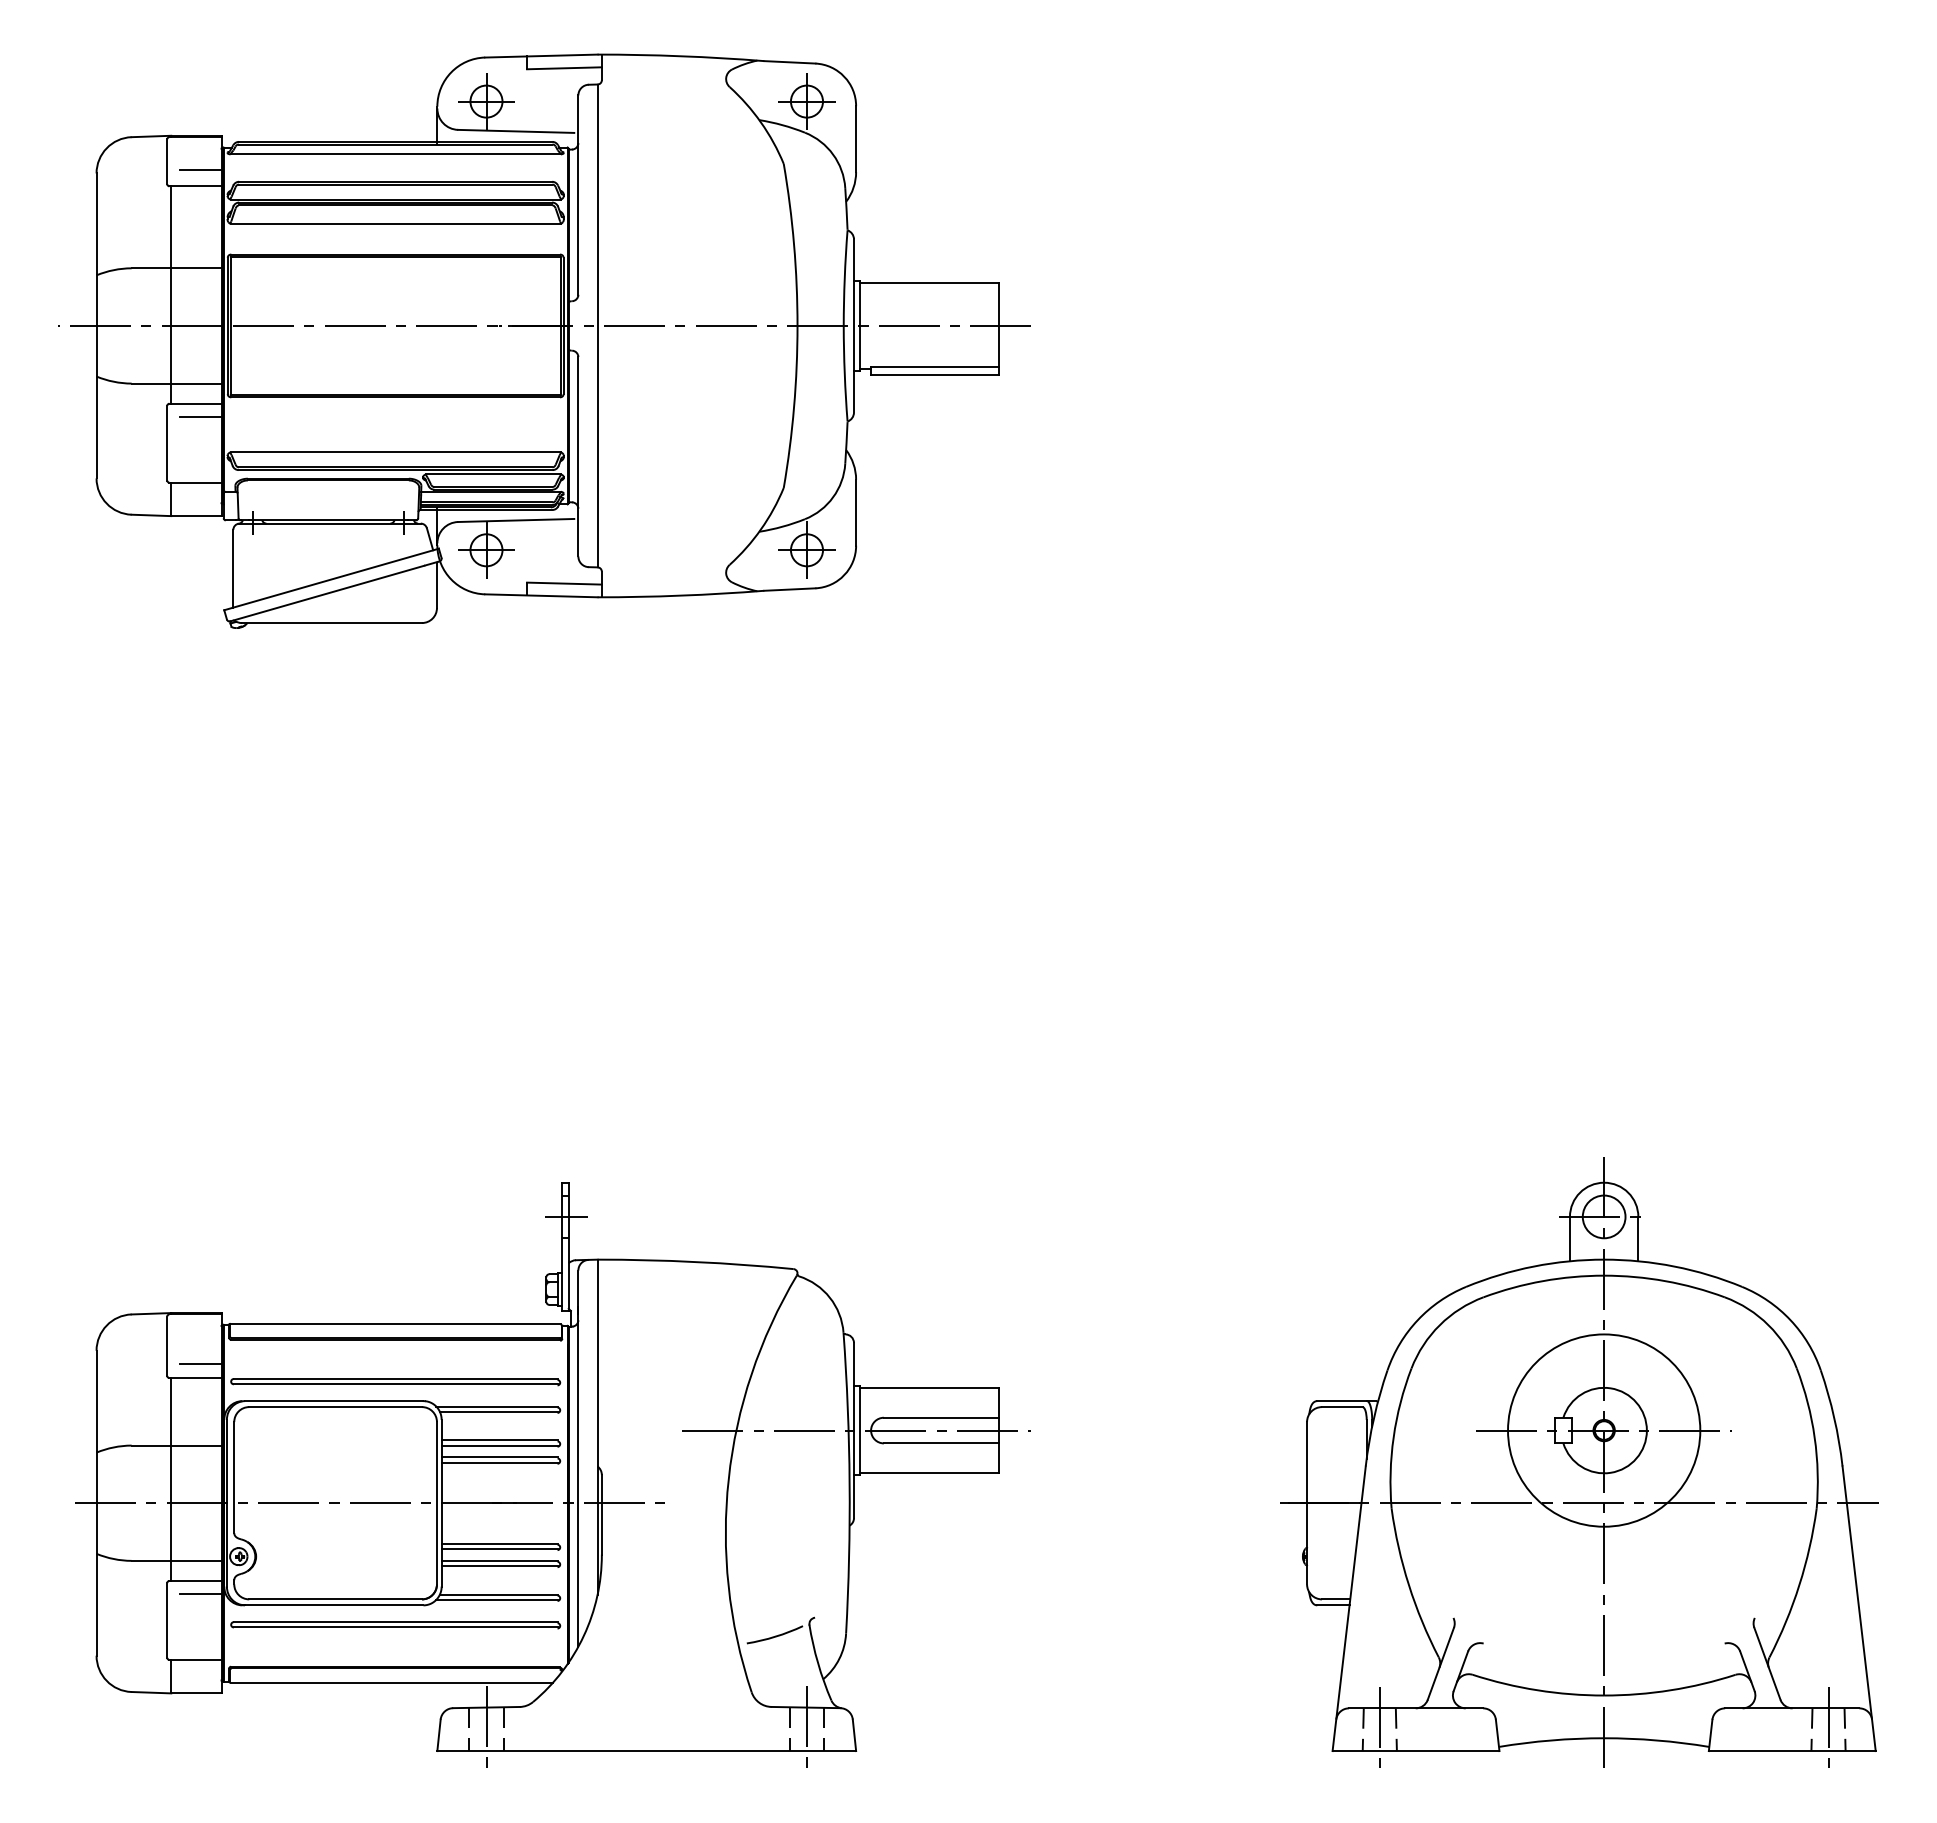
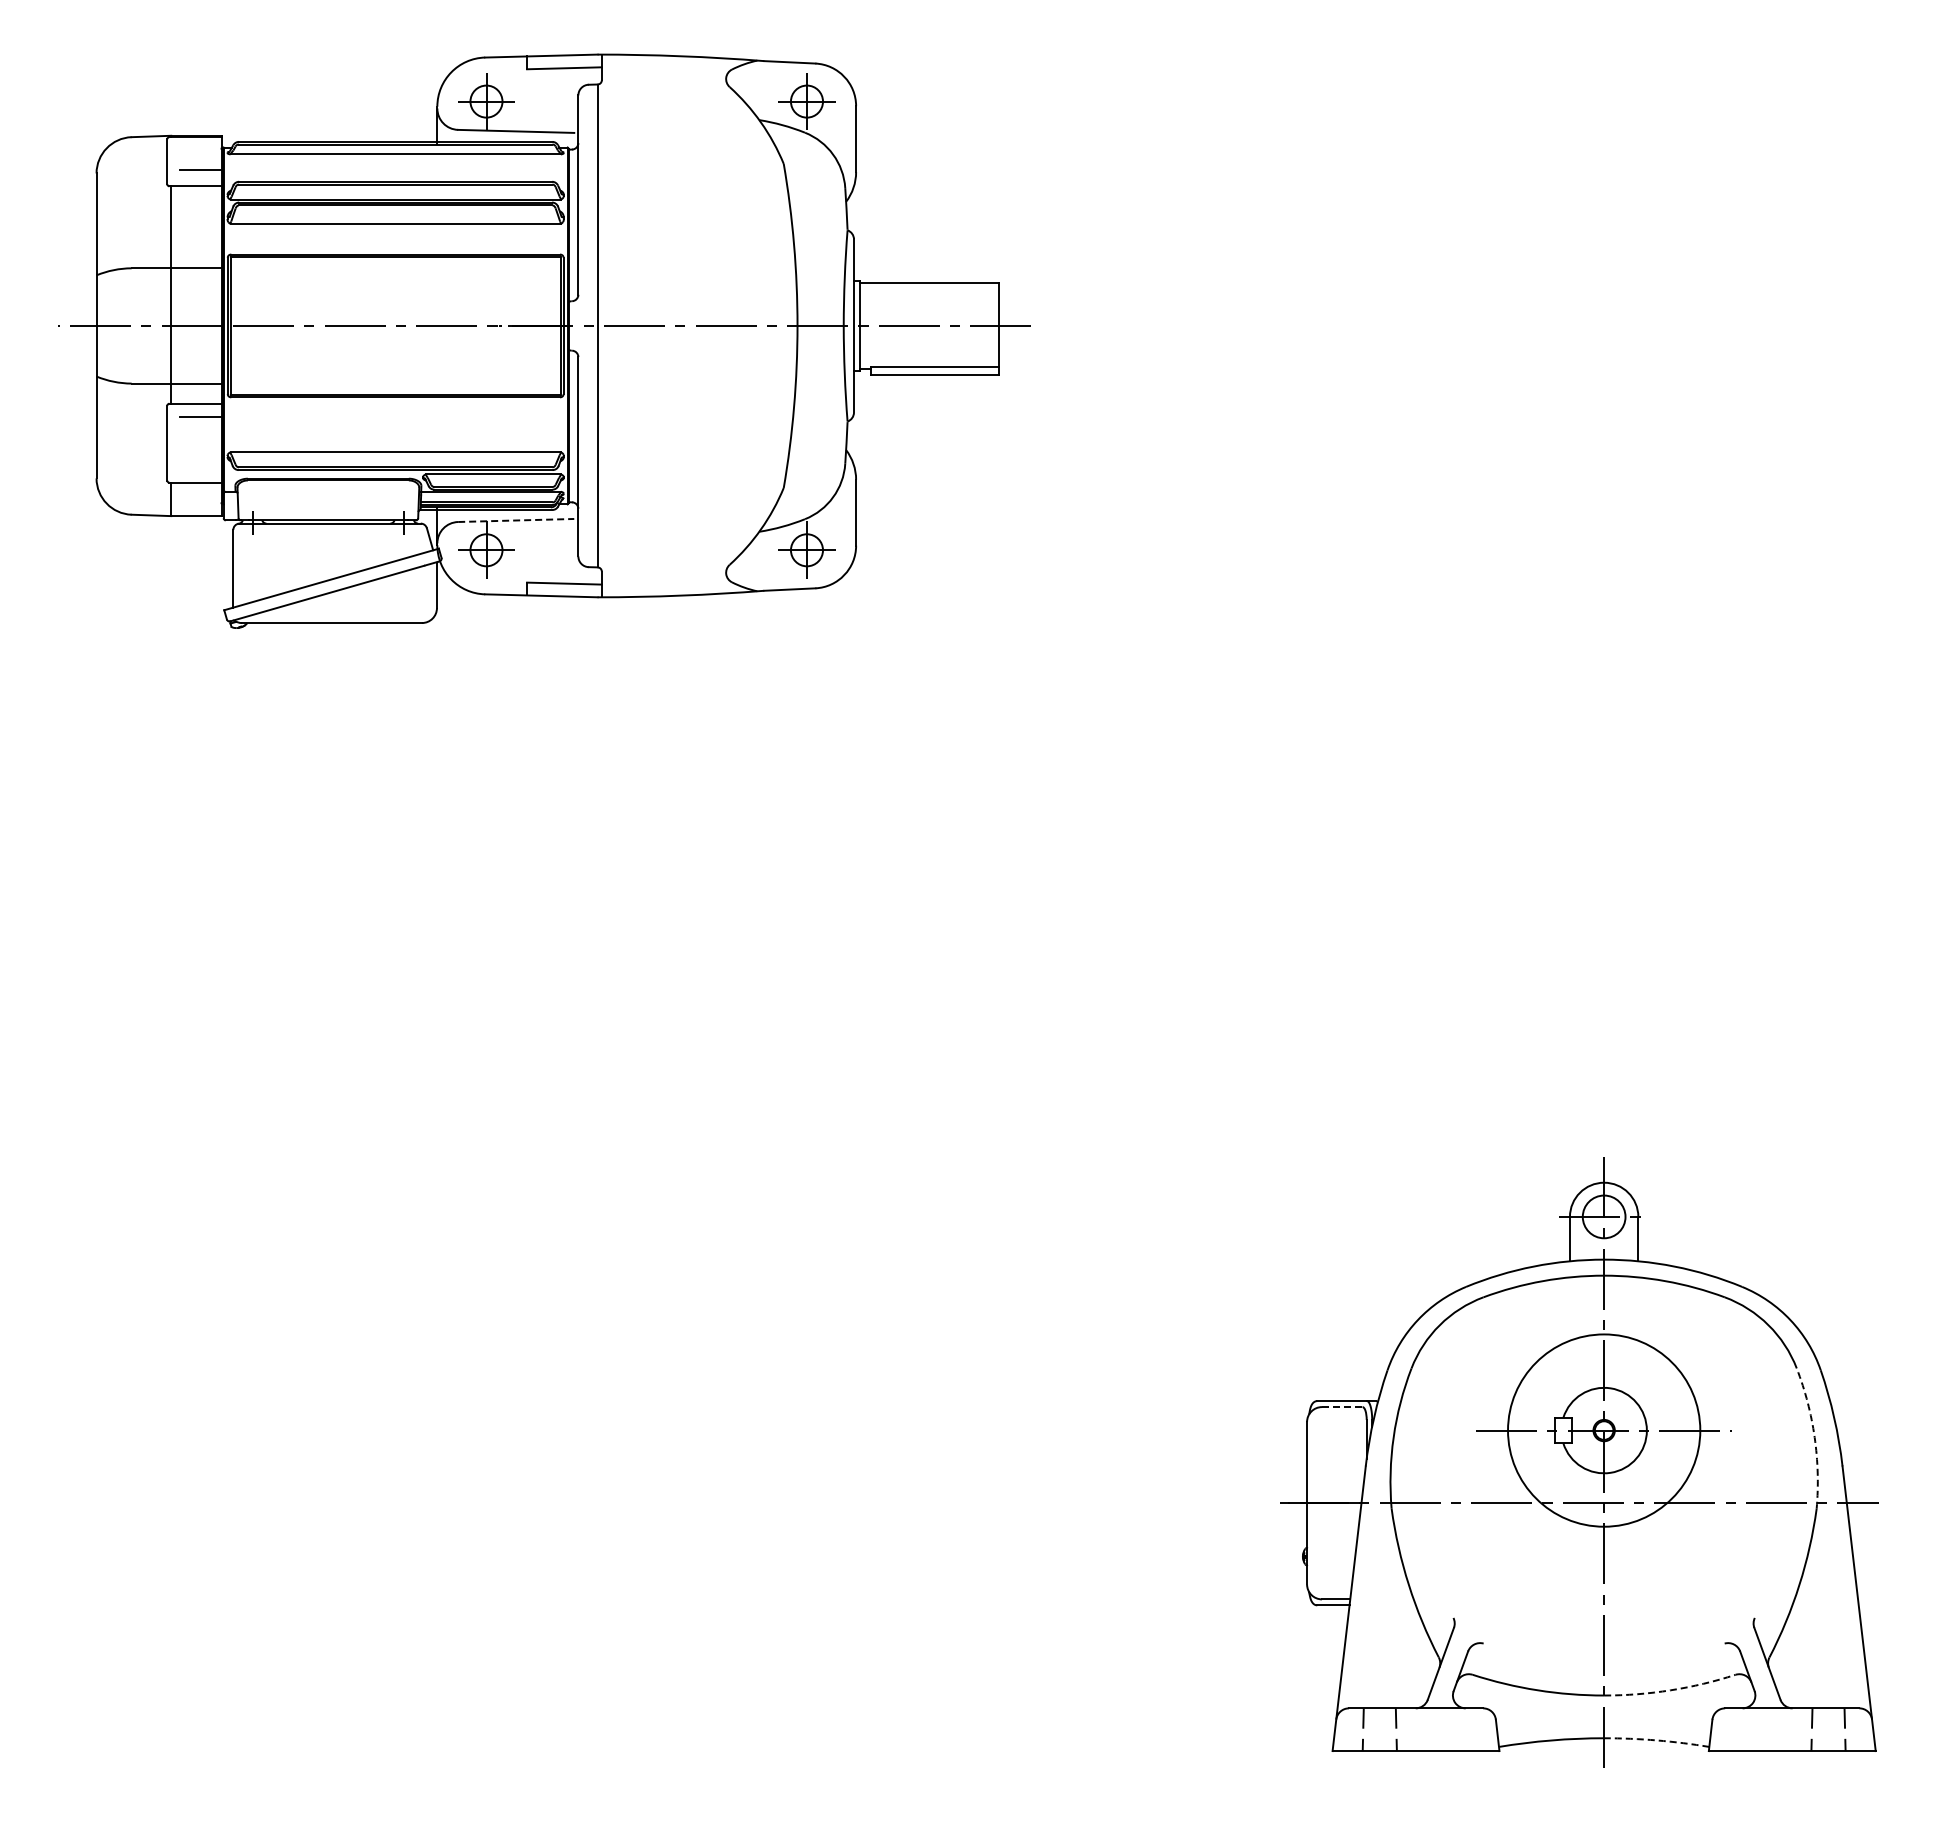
line at (516, 520): solid -> dashed
line at (1342, 1407): solid -> dashed
arc at (1814, 1437): solid -> dashed
part at (552, 1474): present -> none
arc at (1670, 1690): solid -> dashed
line at (1379, 1729): present -> none
line at (1828, 1729): present -> none
arc at (1656, 1740): solid -> dashed
